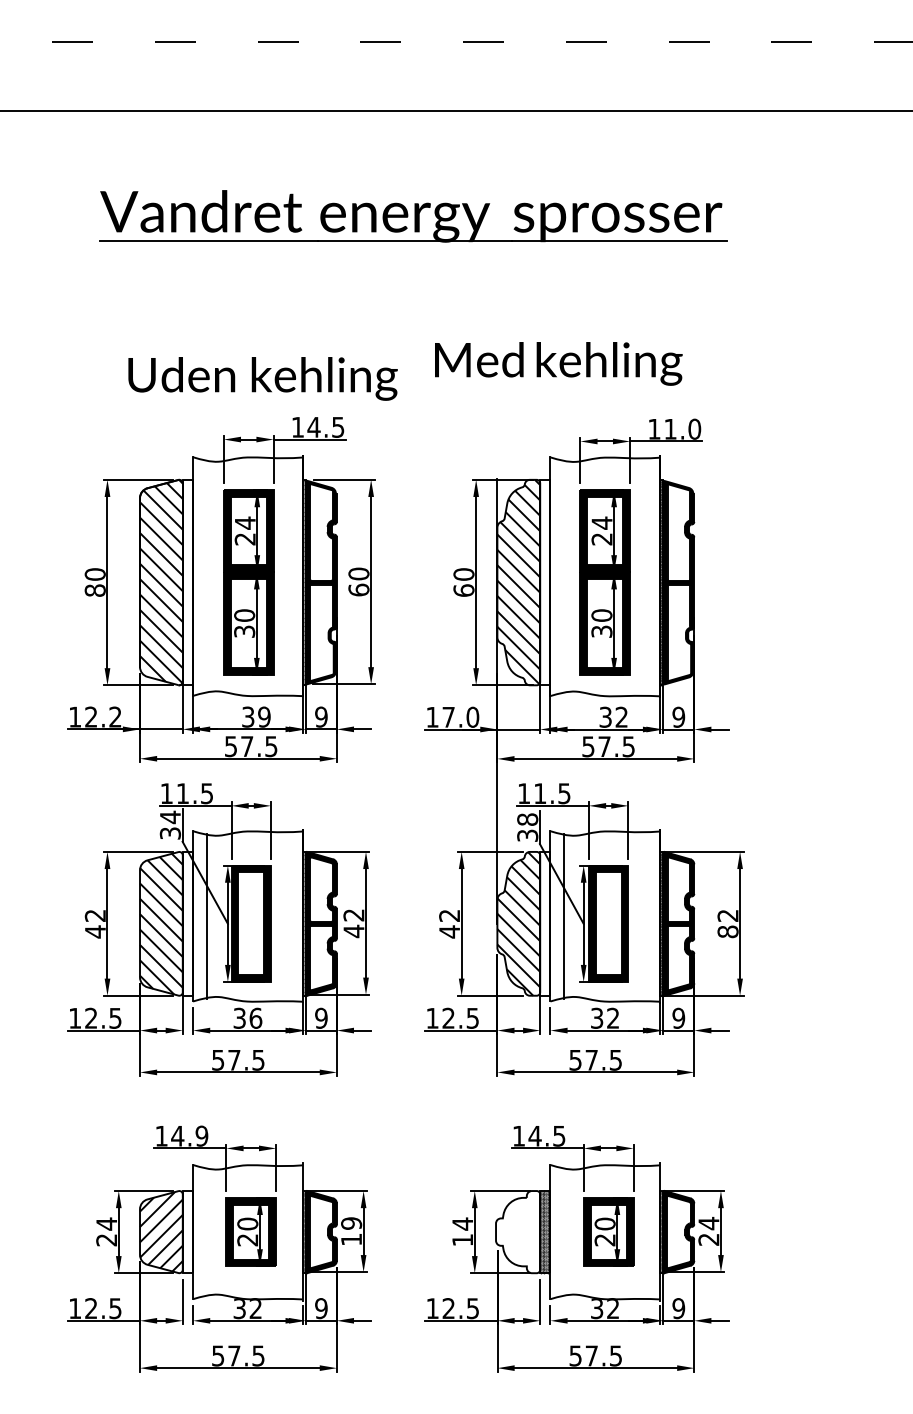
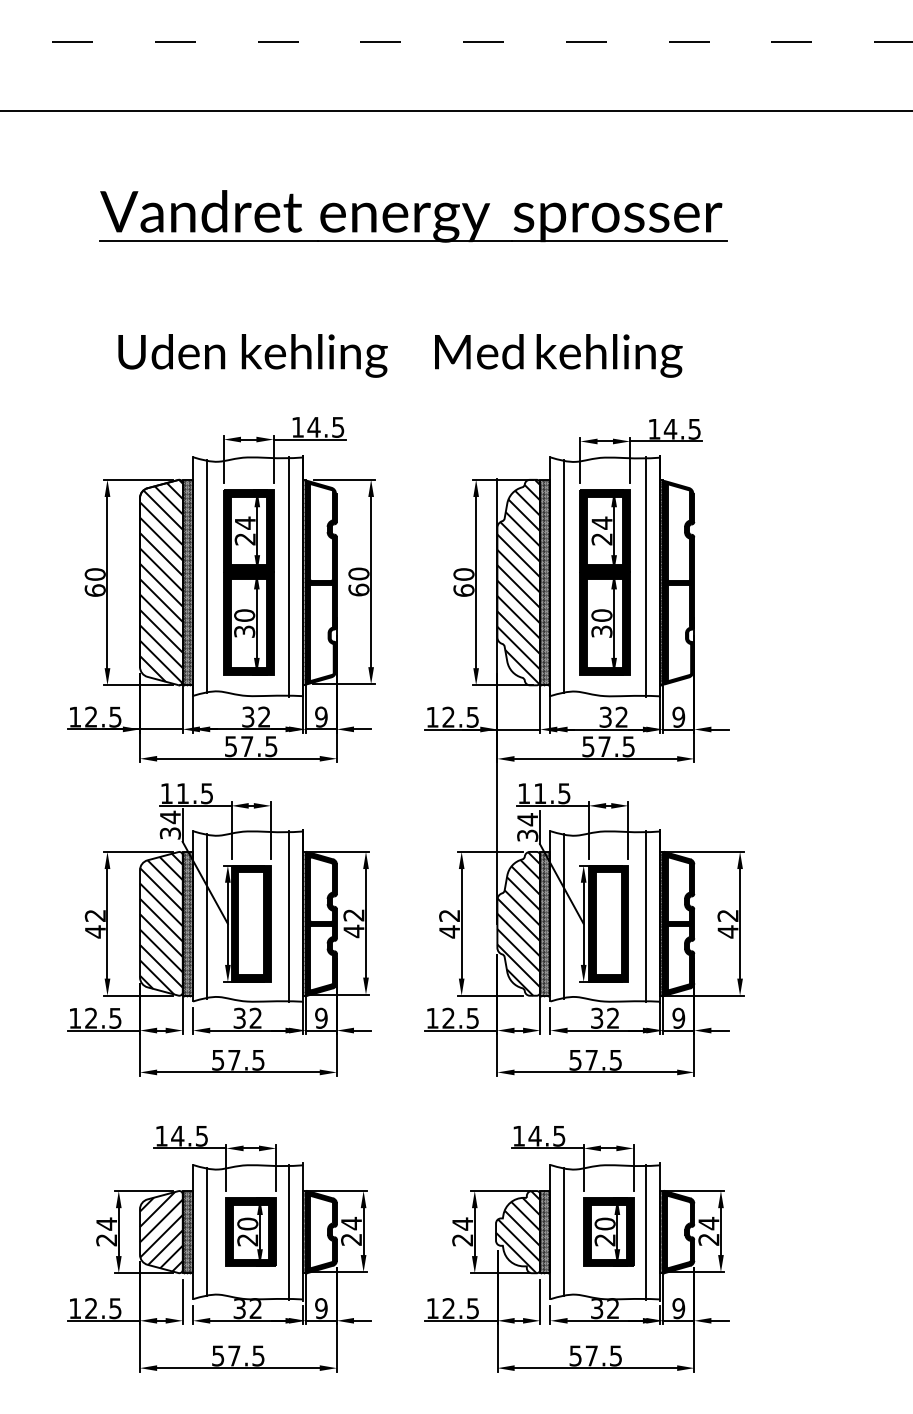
text at (558, 363) position: (558, 363) -> (558, 355)
text at (262, 378) position: (262, 378) -> (252, 355)
text at (682, 428): 11.0 -> 14.5
line at (206, 576): none -> present
line at (288, 576): none -> present
line at (564, 576): none -> present
line at (646, 576): none -> present
hatch at (187, 582): none -> present
hatch at (545, 582): none -> present
text at (94, 590): 80 -> 60
text at (115, 716): 12.2 -> 12.5
text at (264, 716): 39 -> 32
text at (460, 716): 17.0 -> 12.5
text at (527, 819): 38 -> 34
line at (288, 916): none -> present
line at (646, 916): none -> present
hatch at (187, 923): none -> present
hatch at (545, 923): none -> present
text at (727, 931): 82 -> 42
text at (255, 1017): 36 -> 32
text at (201, 1135): 14.9 -> 14.5
text at (351, 1230): 19 -> 24
line at (206, 1231): none -> present
line at (288, 1231): none -> present
line at (564, 1231): none -> present
line at (646, 1231): none -> present
hatch at (187, 1232): none -> present
hatch at (518, 1232): none -> present
text at (462, 1240): 14 -> 24
